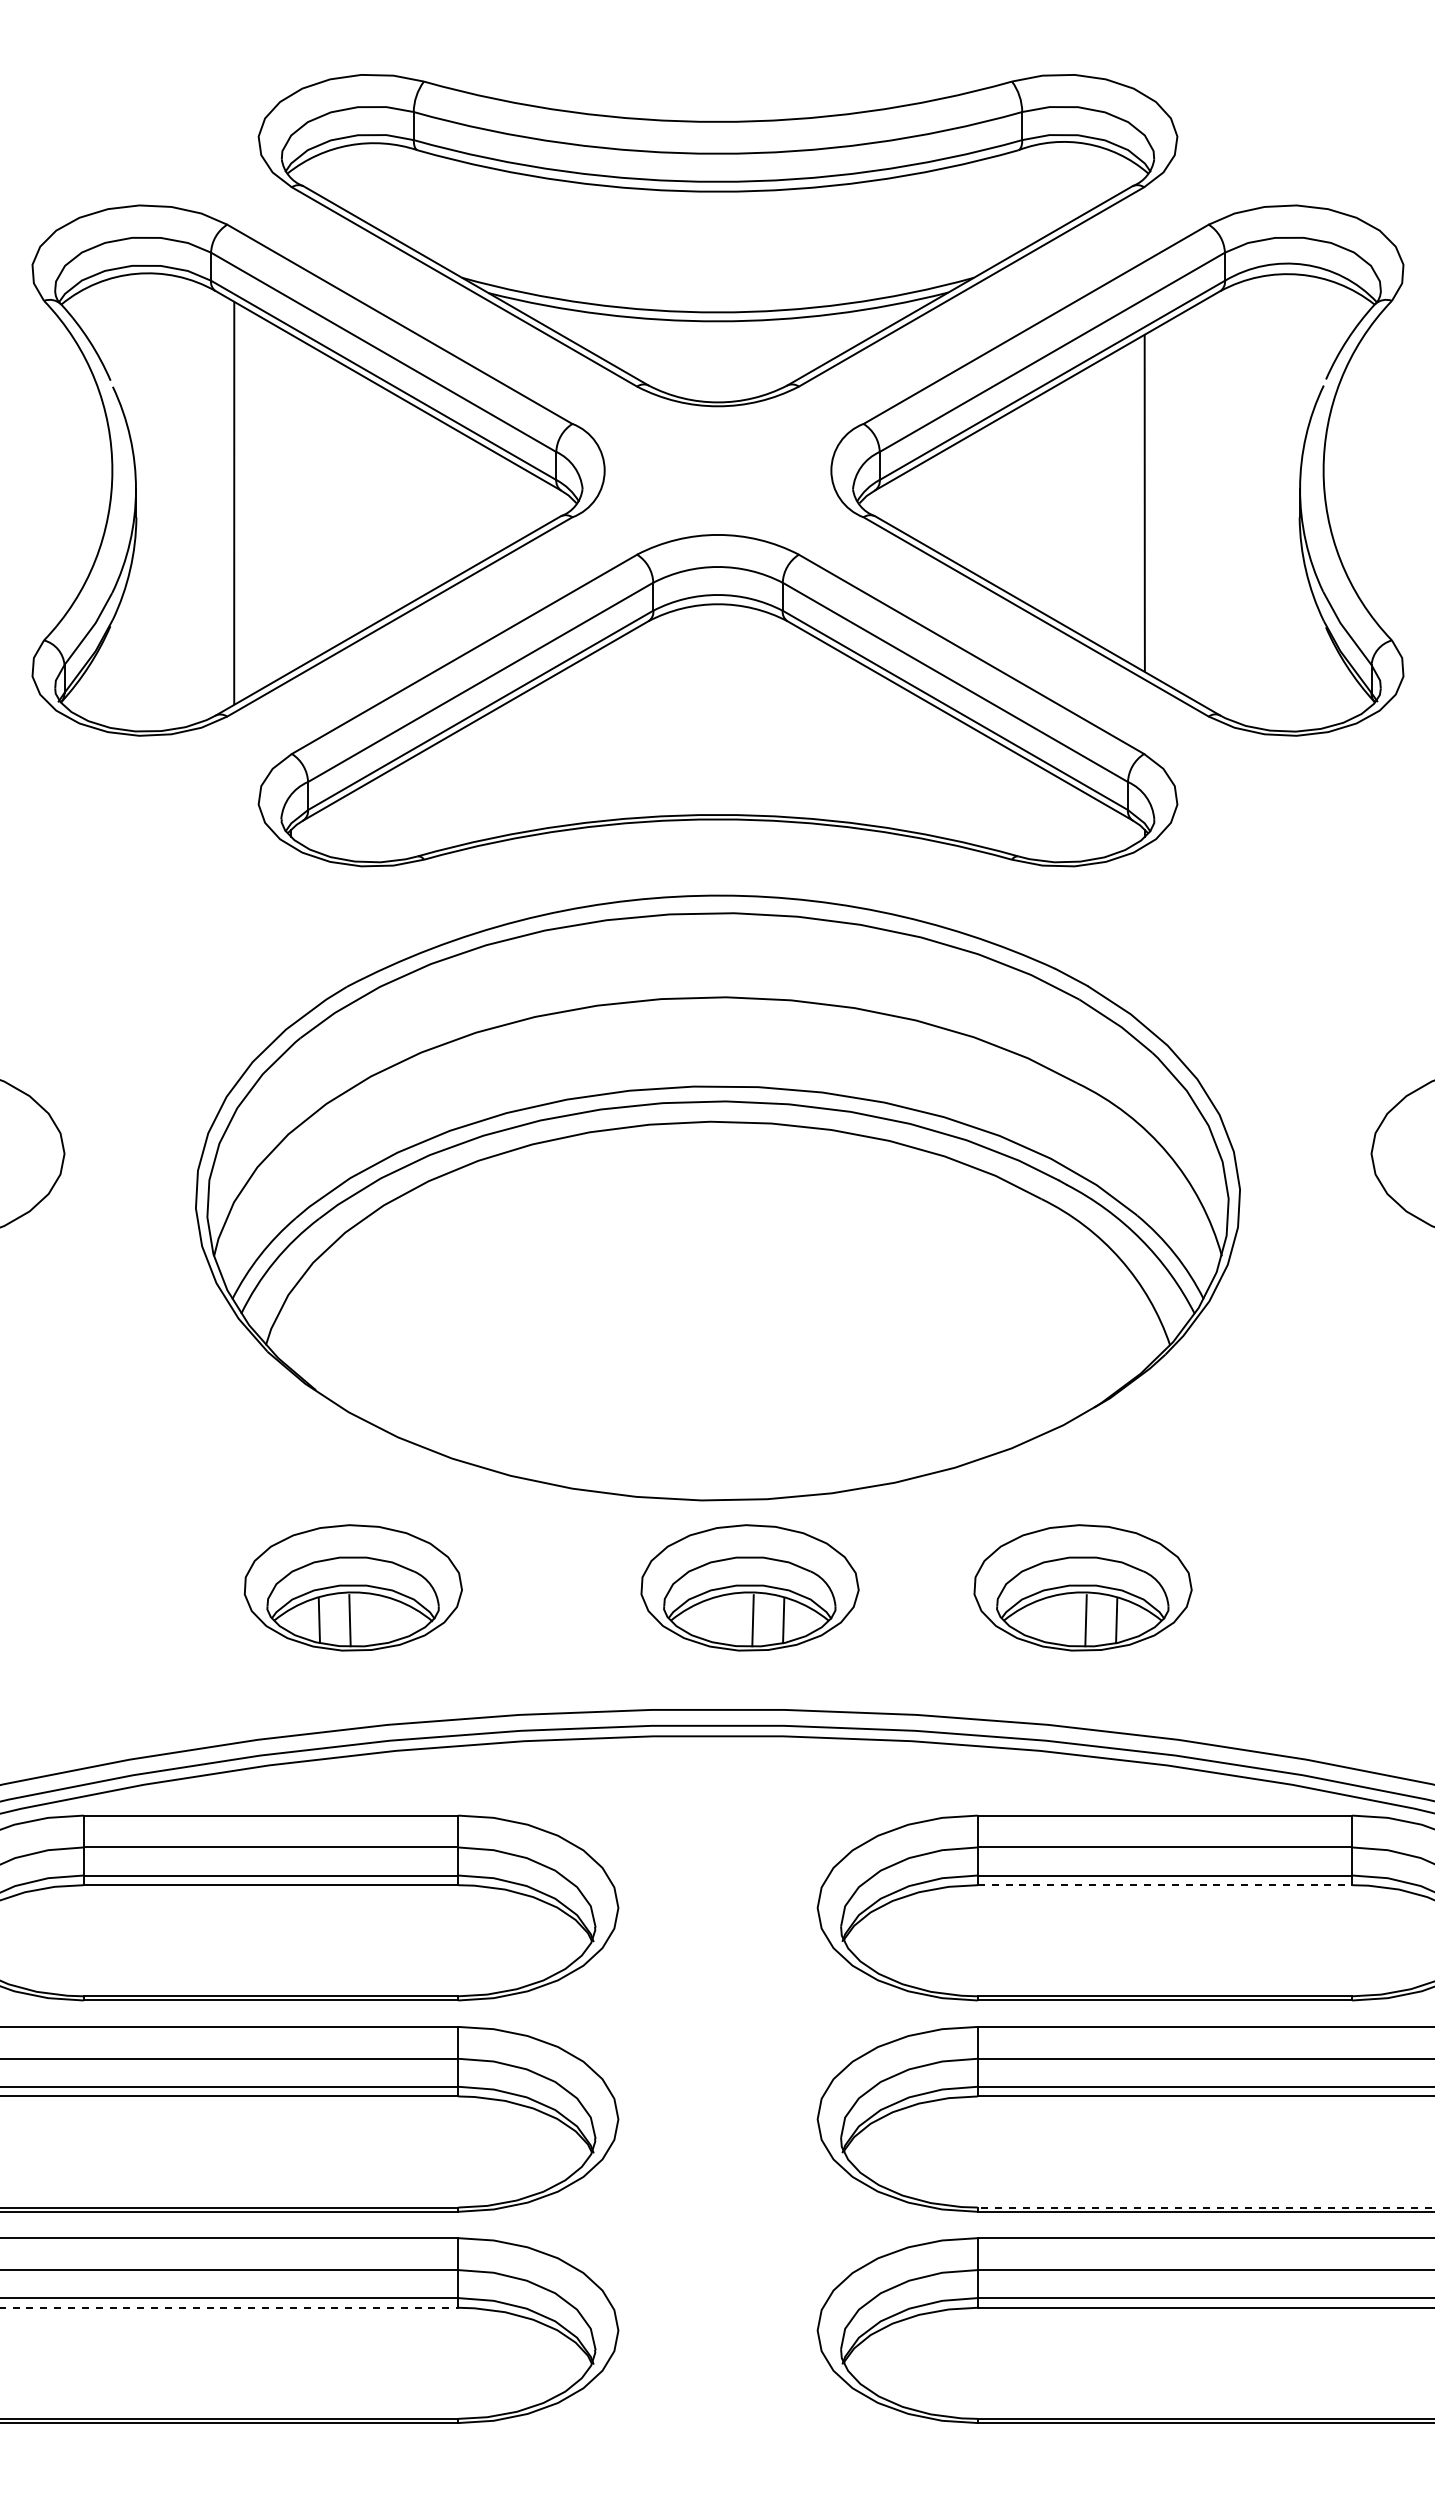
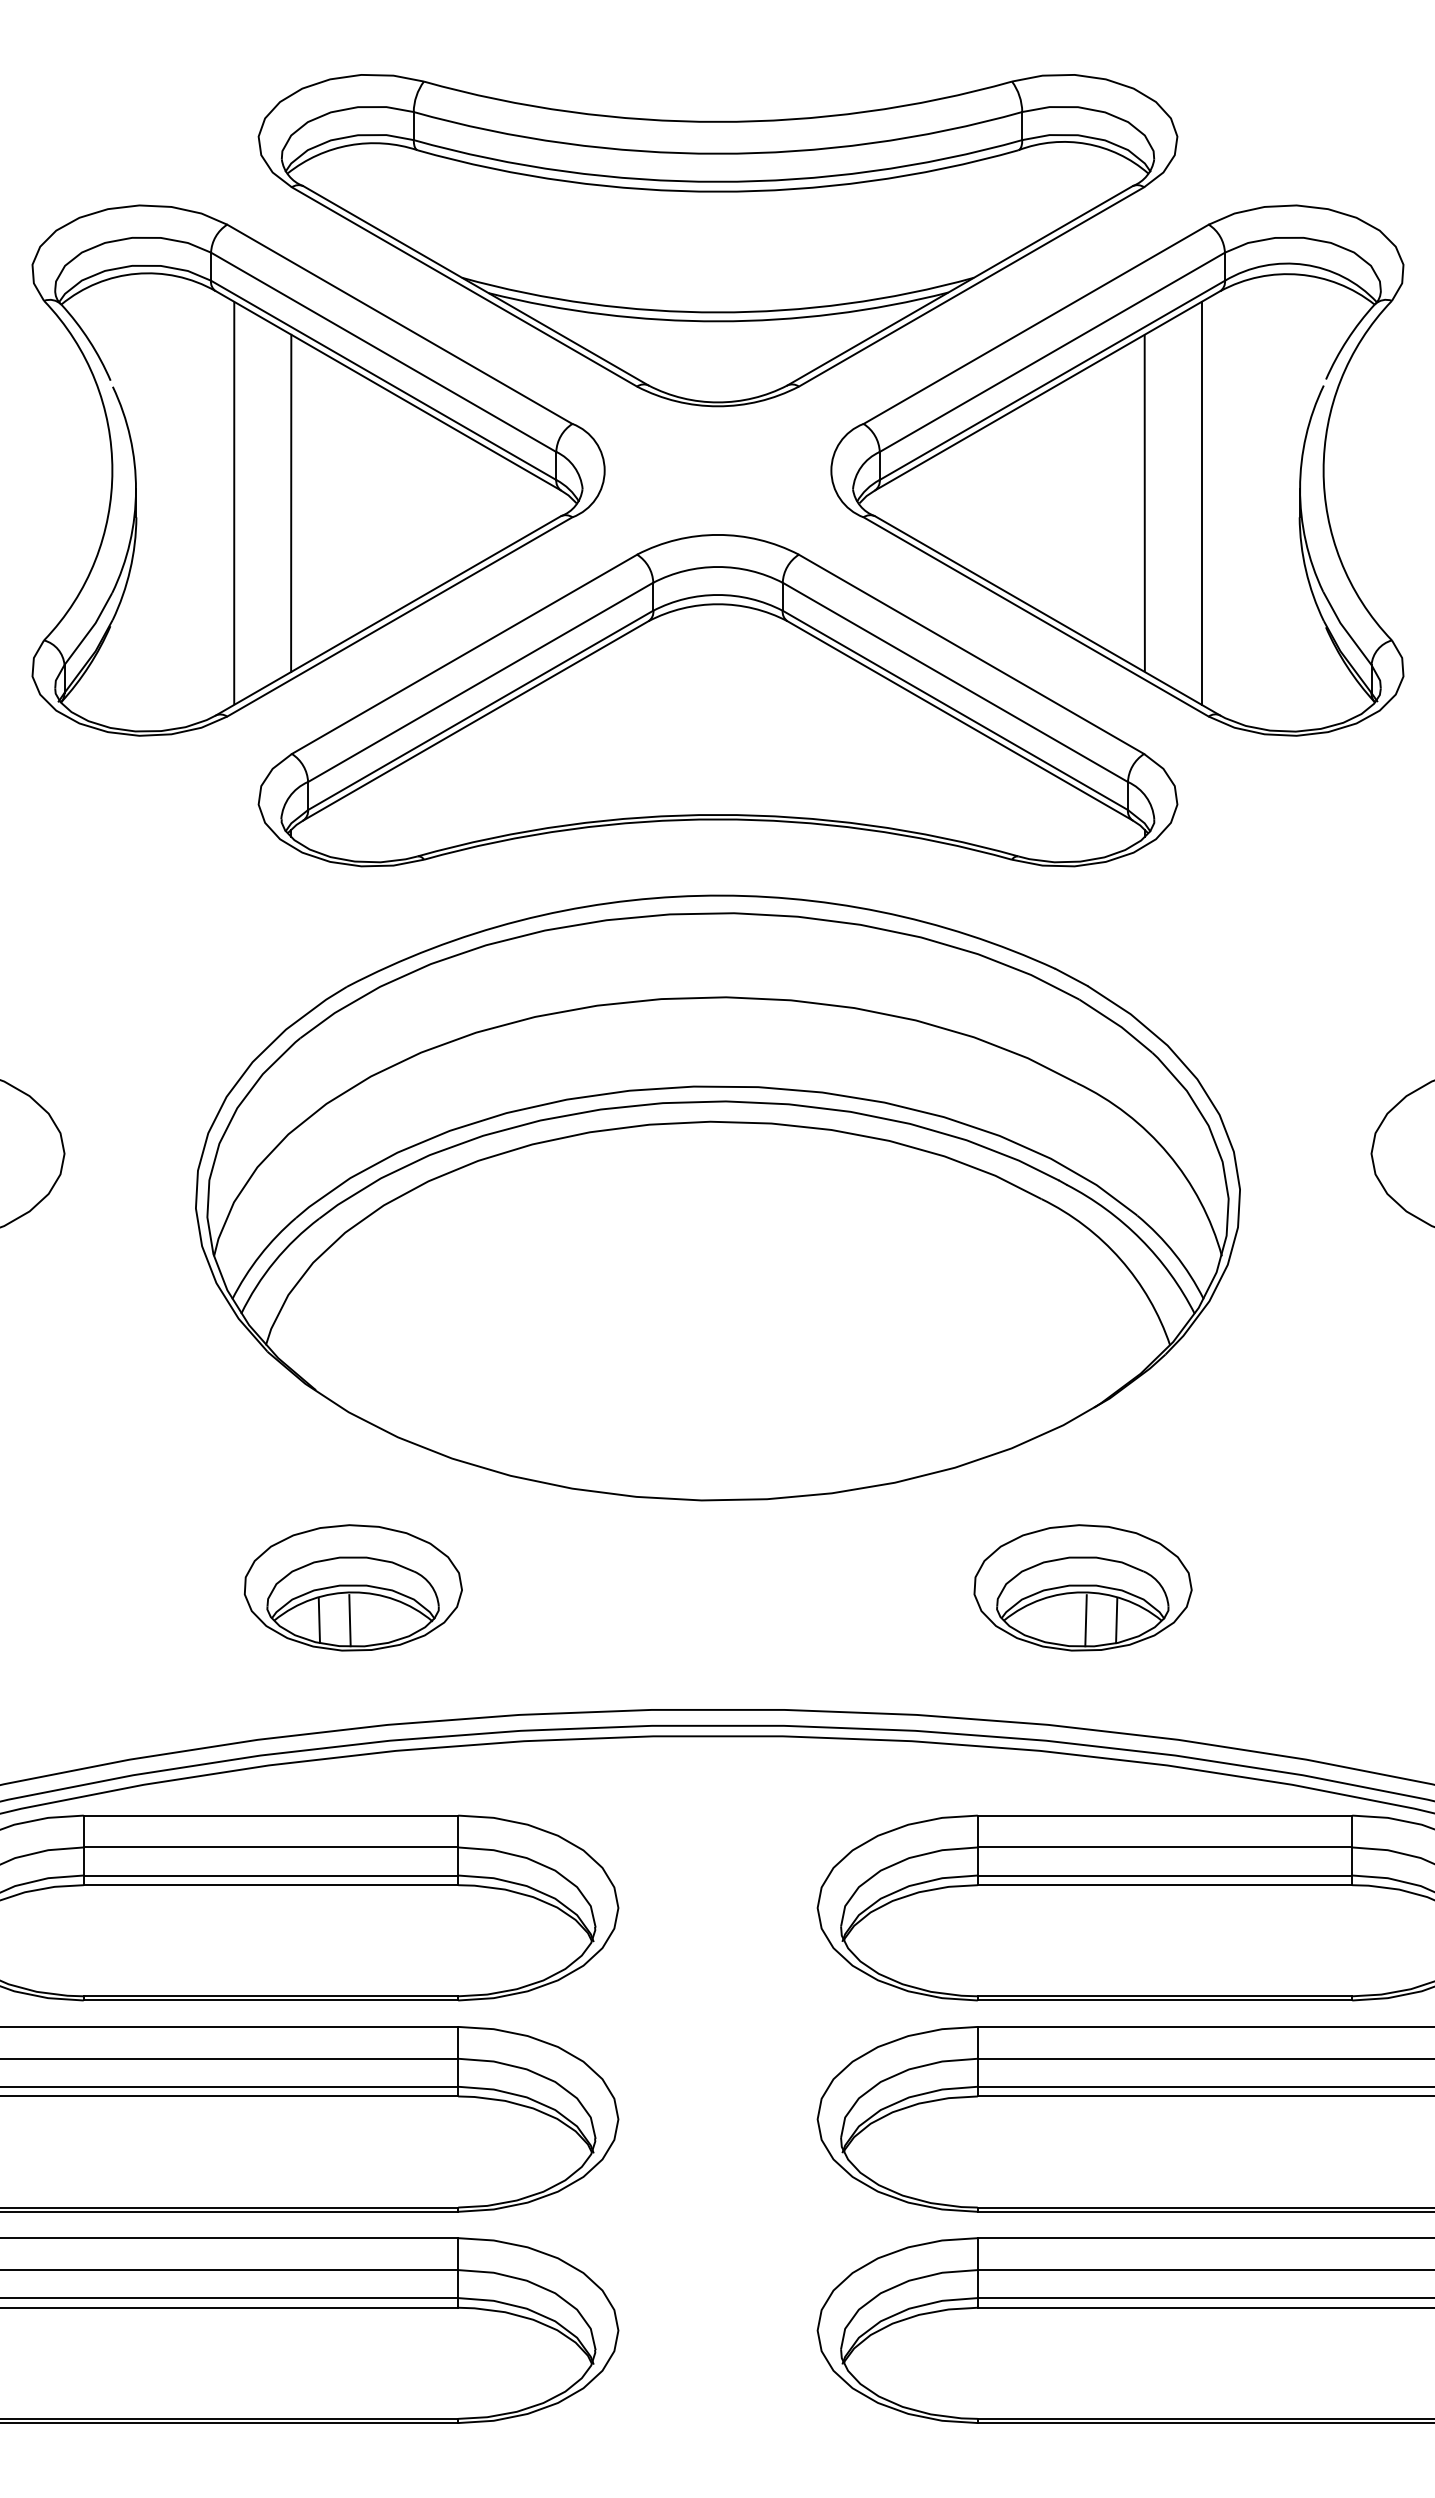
line at (1201, 502): none -> present
line at (291, 503): none -> present
part at (749, 1587): present -> none
line at (1165, 1885): dashed -> solid
line at (1205, 2207): dashed -> solid
line at (229, 2307): dashed -> solid
